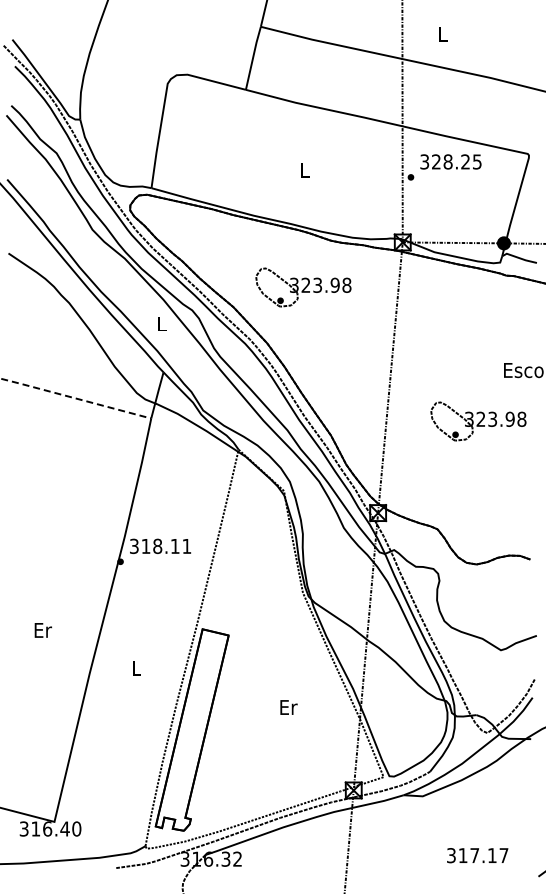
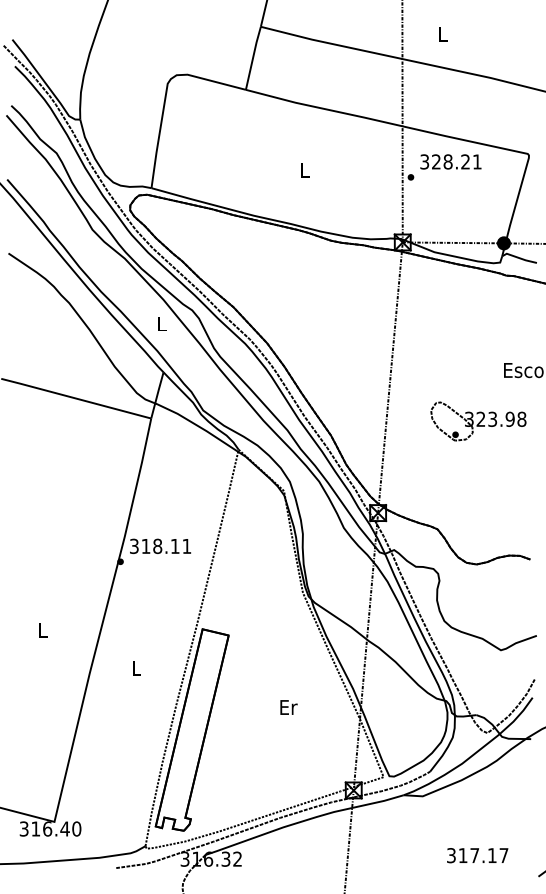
text at (477, 161): 328.25 -> 328.21
part at (303, 287): present -> none
line at (76, 398): dashed -> solid
text at (43, 630): Er -> L
